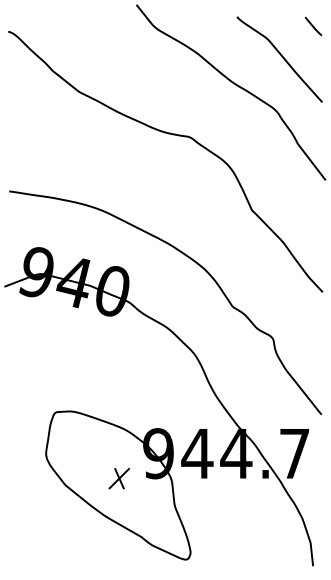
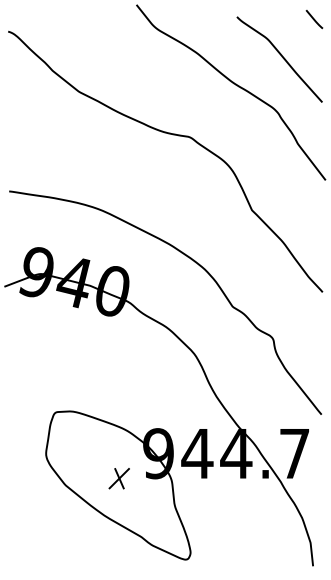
line at (313, 26) position: (313, 26) -> (314, 19)
